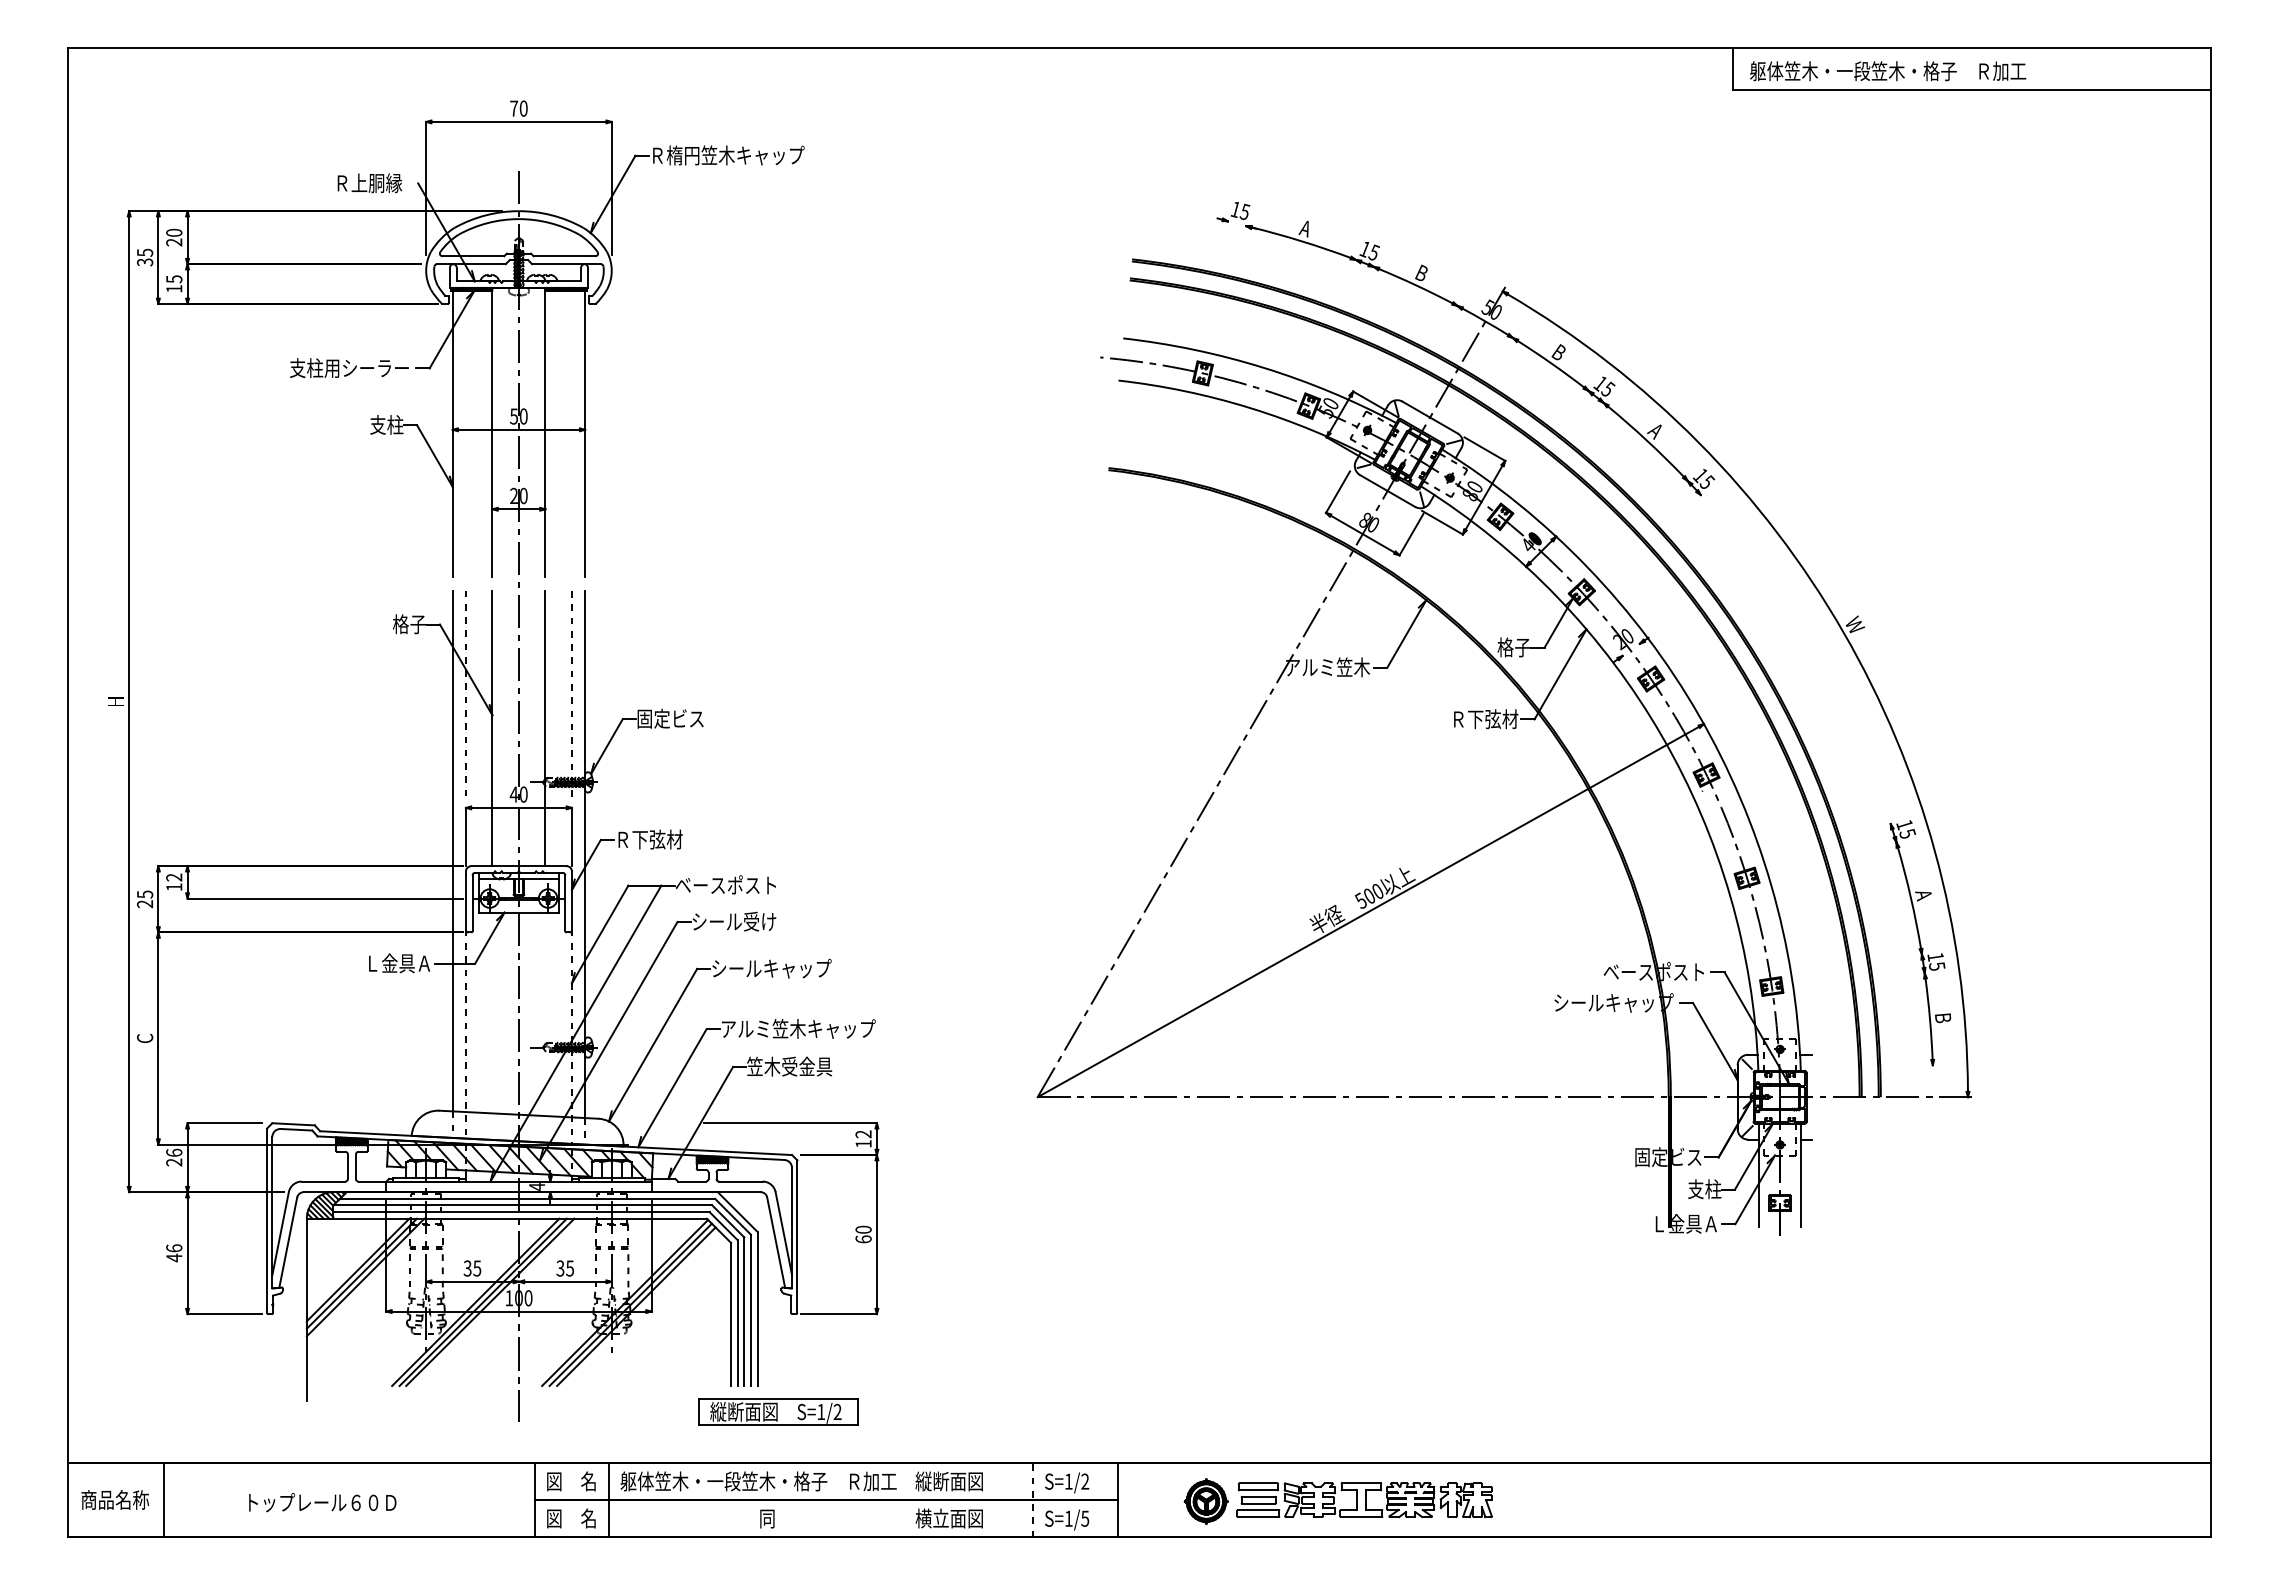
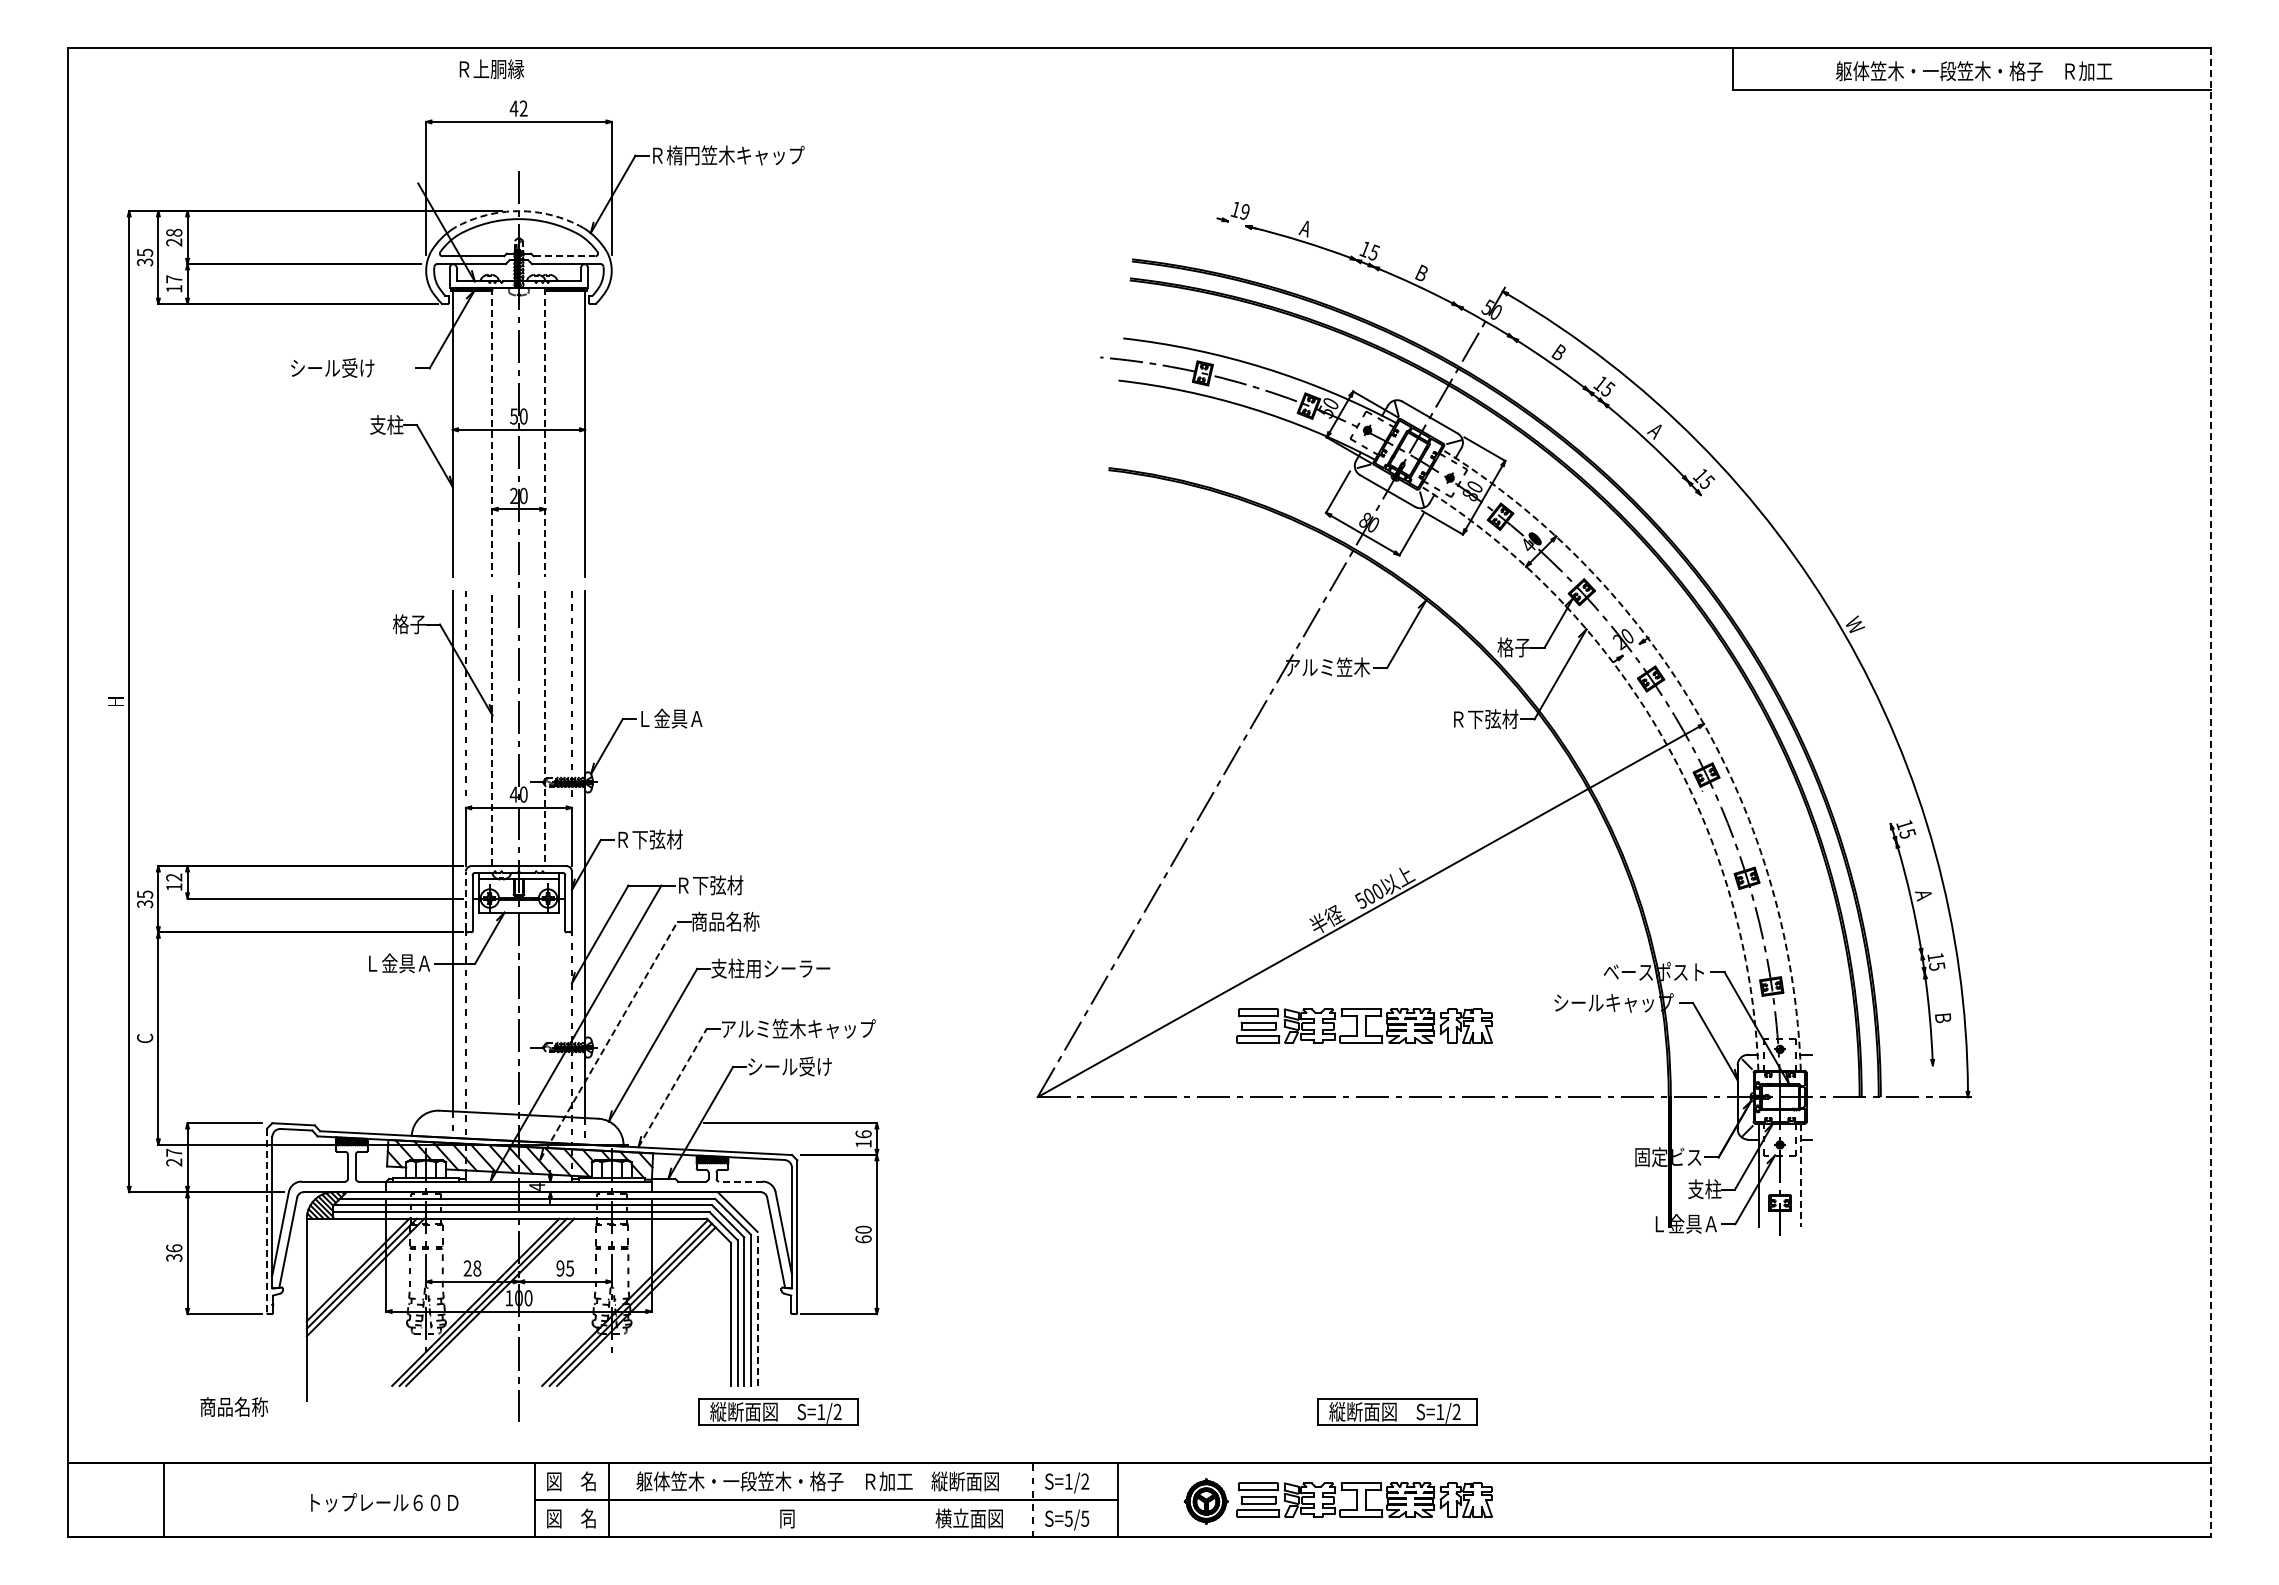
text at (1888, 71) position: (1888, 71) -> (1974, 71)
text at (518, 108): 70 -> 42
text at (369, 183) position: (369, 183) -> (491, 69)
arc at (518, 211): solid -> dashed
text at (1244, 211): 15 -> 19
text at (174, 232): 20 -> 28
line at (564, 256): solid -> dashed
text at (174, 279): 15 -> 17
text at (349, 367): 支柱用シーラー -> シール受け
line at (492, 432): solid -> dashed
line at (545, 432): solid -> dashed
arc at (1698, 715): solid -> dashed
text at (670, 718): 固定ビス -> Ｌ金具Ａ
line at (492, 728): solid -> dashed
line at (545, 728): solid -> dashed
arc at (1662, 736): solid -> dashed
line at (2210, 792): solid -> dashed
text at (725, 885): ベースポスト -> Ｒ下弦材
line at (465, 900): solid -> dashed
text at (145, 904): 25 -> 35
text at (734, 921): シール受け -> 商品名称
text at (771, 968): シールキャップ -> 支柱用シーラー
part at (1364, 1026): none -> present
line at (609, 1040): solid -> dashed
text at (789, 1066): 笠木受金具 -> シール受け
line at (672, 1087): solid -> dashed
text at (863, 1134): 12 -> 16
text at (174, 1152): 26 -> 27
line at (1801, 1175): solid -> dashed
line at (740, 1181): solid -> dashed
line at (267, 1221): solid -> dashed
text at (174, 1257): 46 -> 36
text at (472, 1268): 35 -> 28
text at (560, 1268): 35 -> 95
line at (757, 1308): solid -> dashed
part at (1397, 1411): none -> present
text at (801, 1481) position: (801, 1481) -> (817, 1481)
text at (114, 1499) position: (114, 1499) -> (233, 1406)
text at (322, 1502) position: (322, 1502) -> (384, 1502)
text at (871, 1518) position: (871, 1518) -> (891, 1518)
text at (1068, 1518): S=1/5 -> S=5/5
